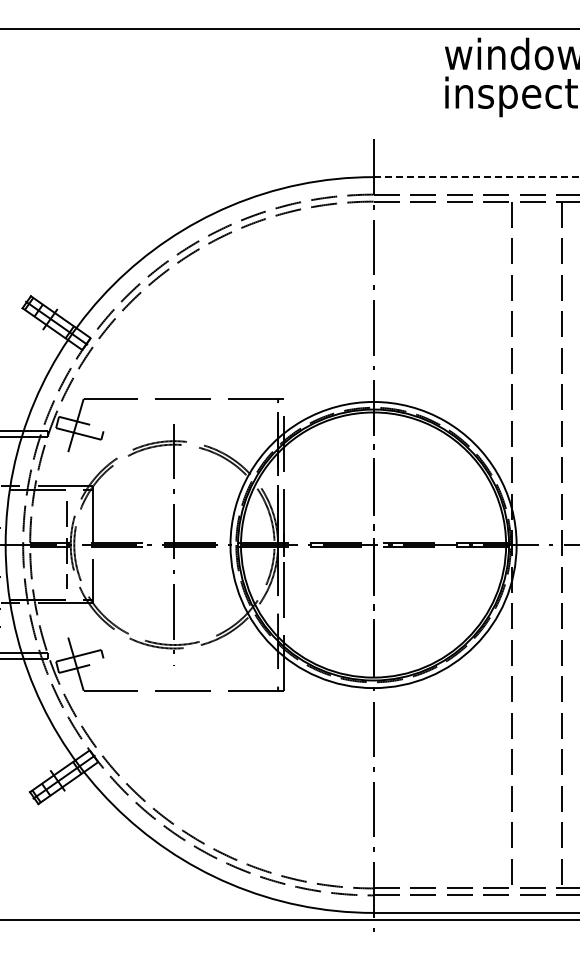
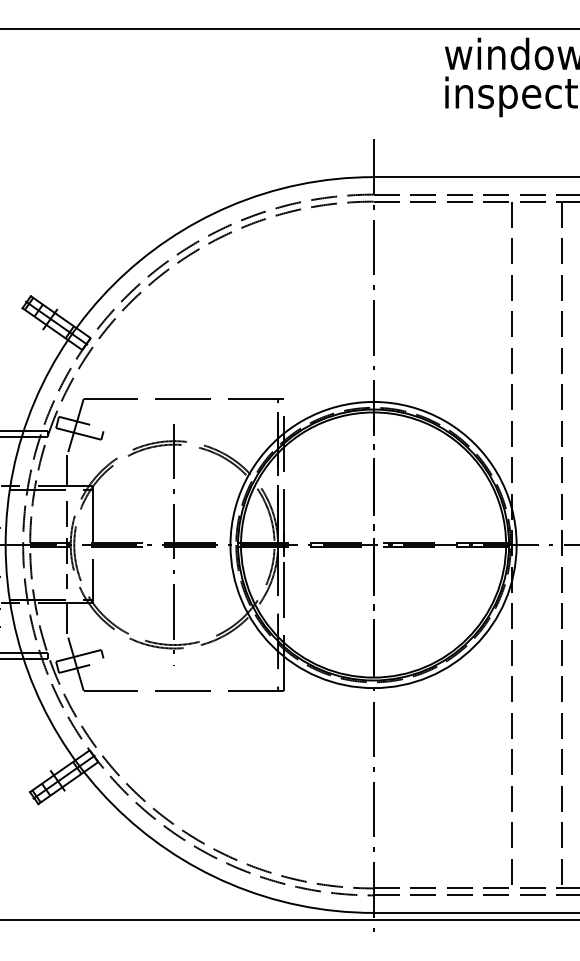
line at (476, 177): dashed -> solid
line at (67, 470): none -> present
line at (67, 618): none -> present
